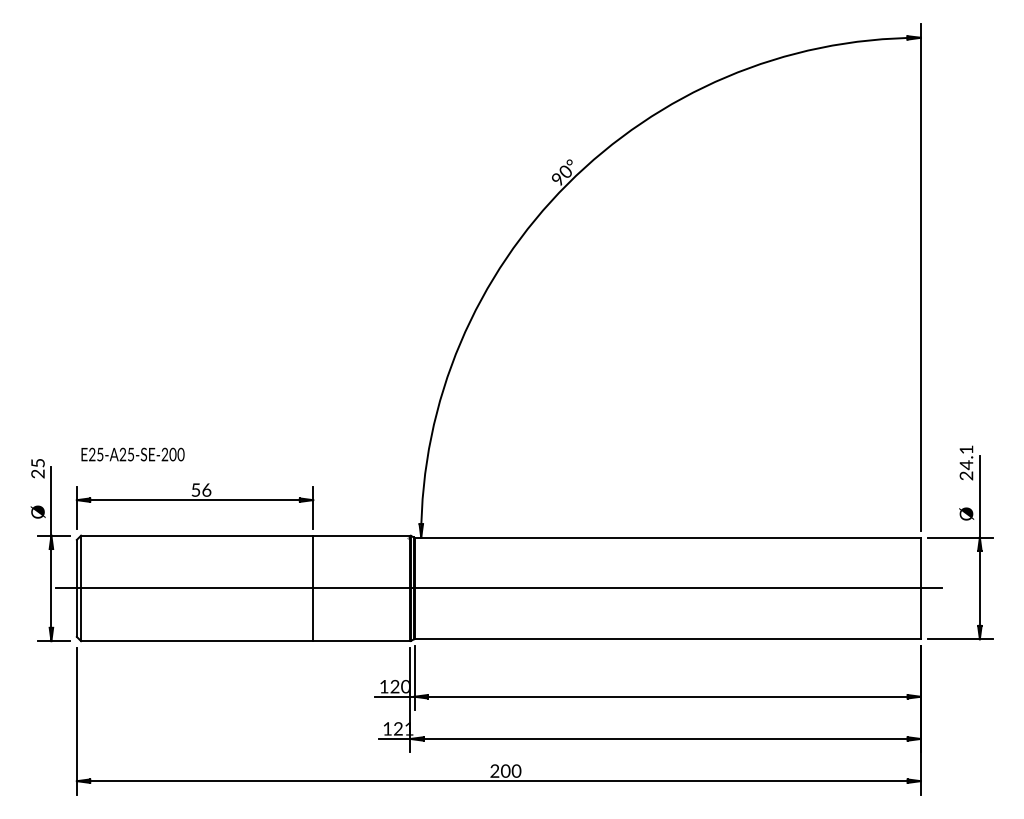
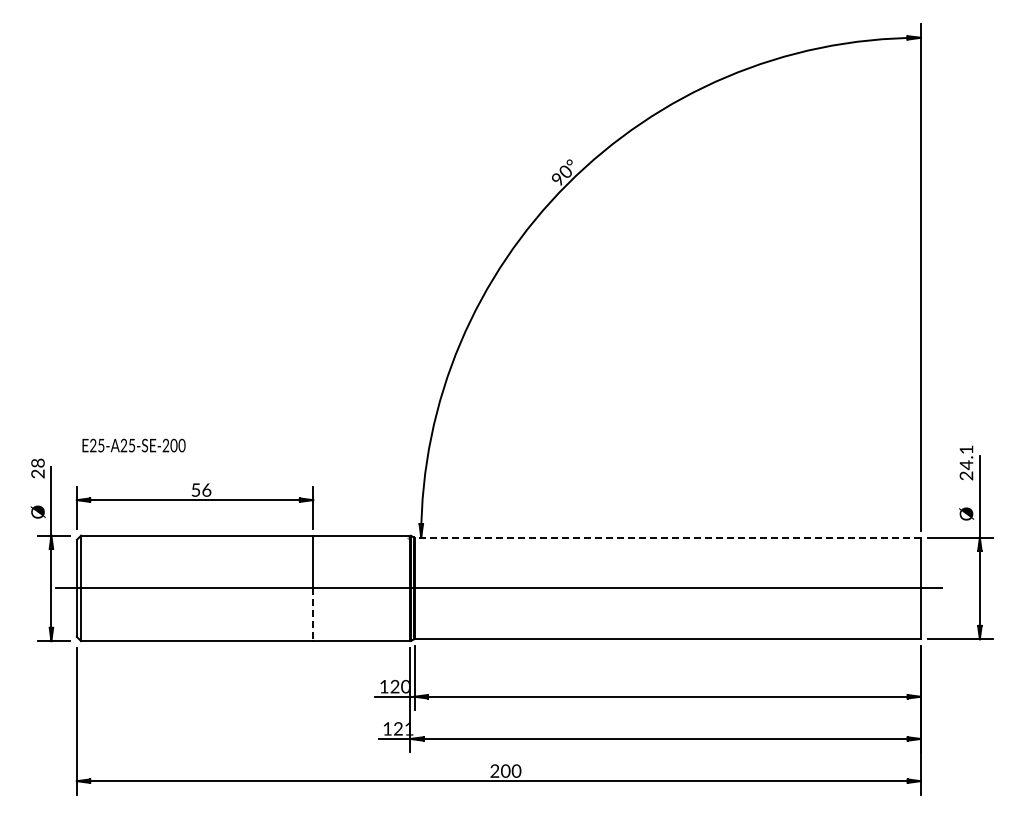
text at (132, 454) position: (132, 454) -> (133, 445)
text at (37, 462): 25 -> 28
line at (667, 537): solid -> dashed
line at (313, 615): solid -> dashed
